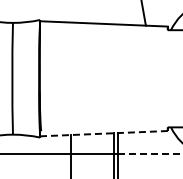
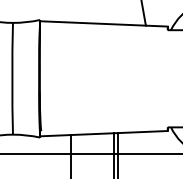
line at (103, 133): dashed -> solid
line at (150, 154): dashed -> solid
